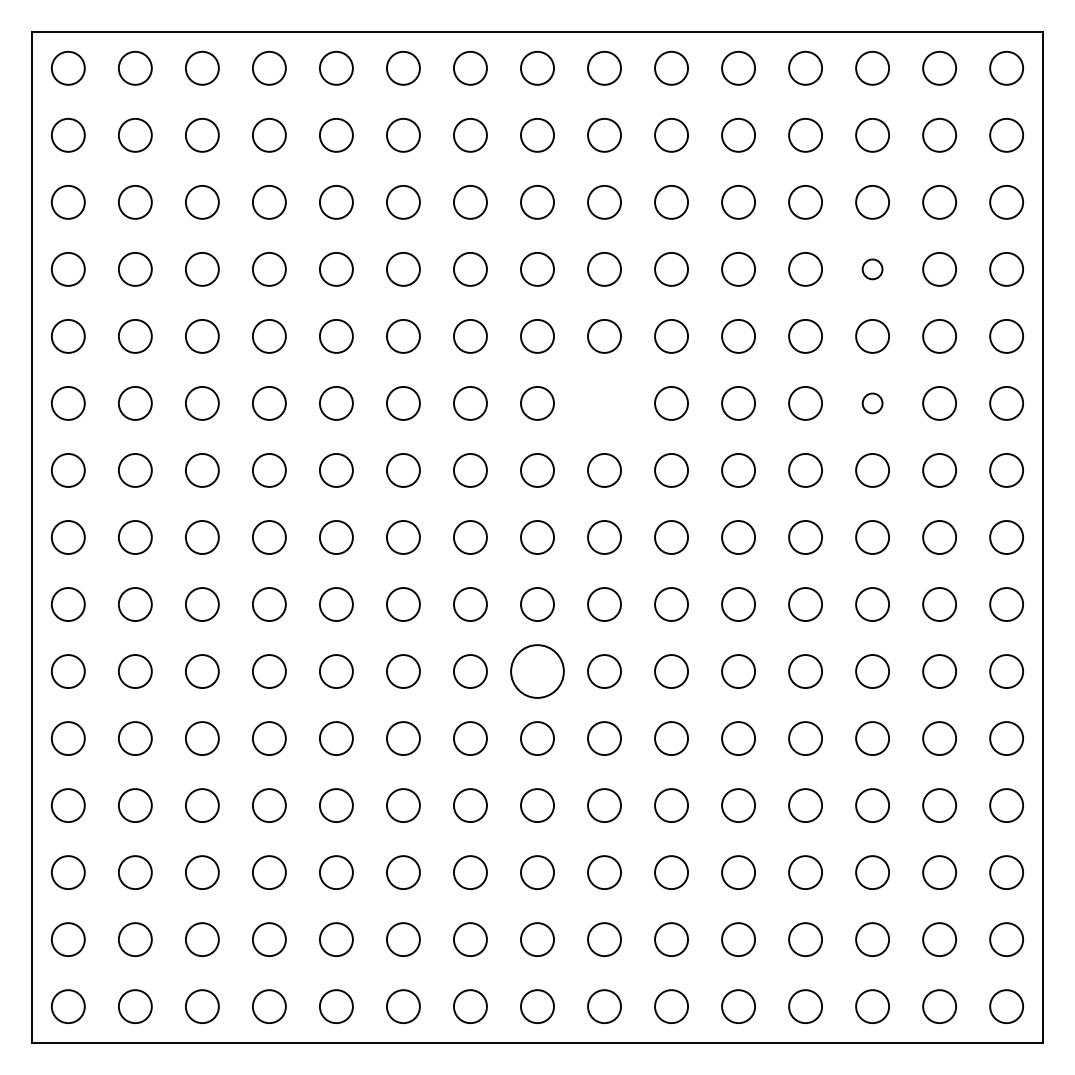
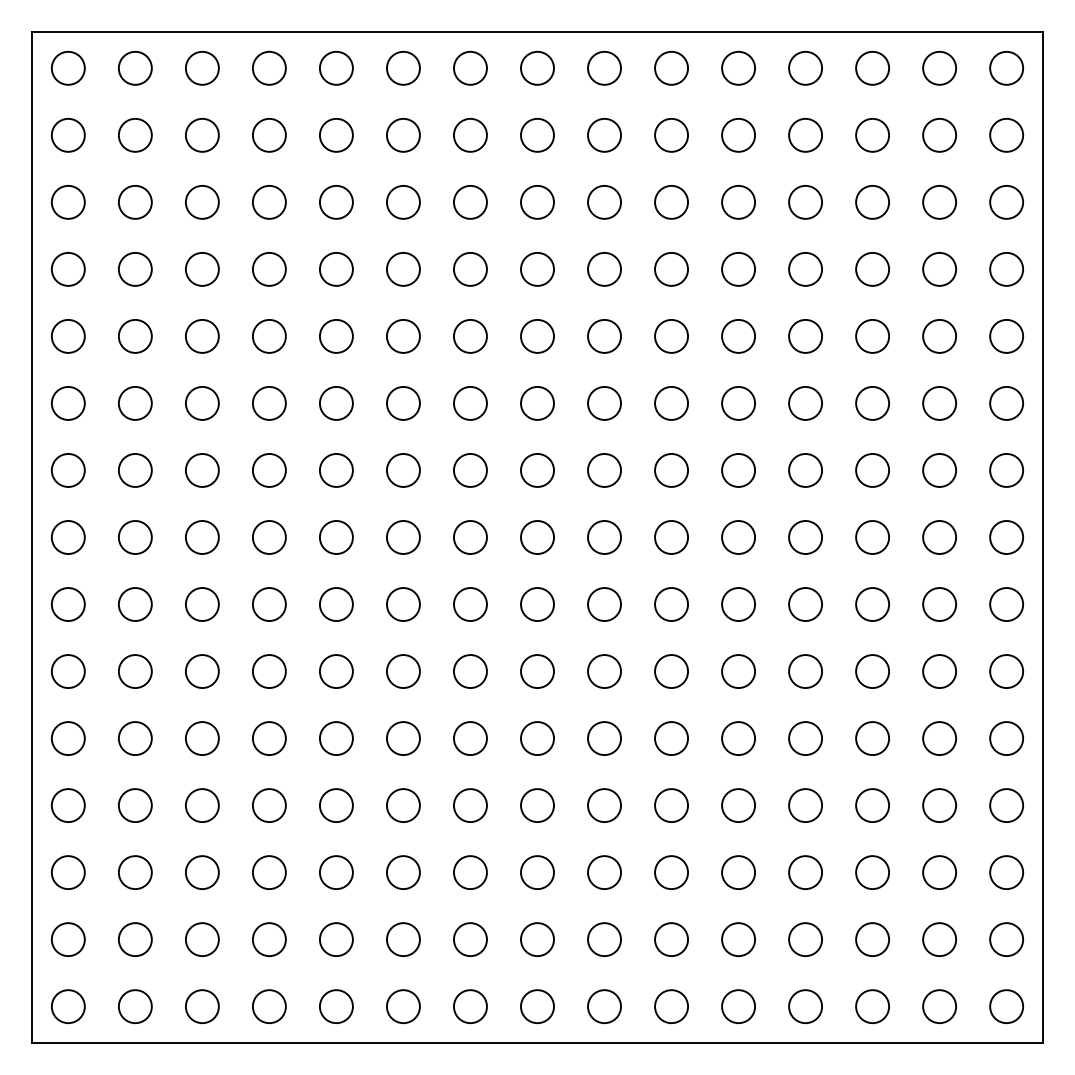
circle at (872, 269) diameter: 20 px -> 33 px
circle at (604, 403): none -> present
circle at (872, 403) diameter: 20 px -> 33 px
circle at (537, 671) diameter: 53 px -> 33 px
